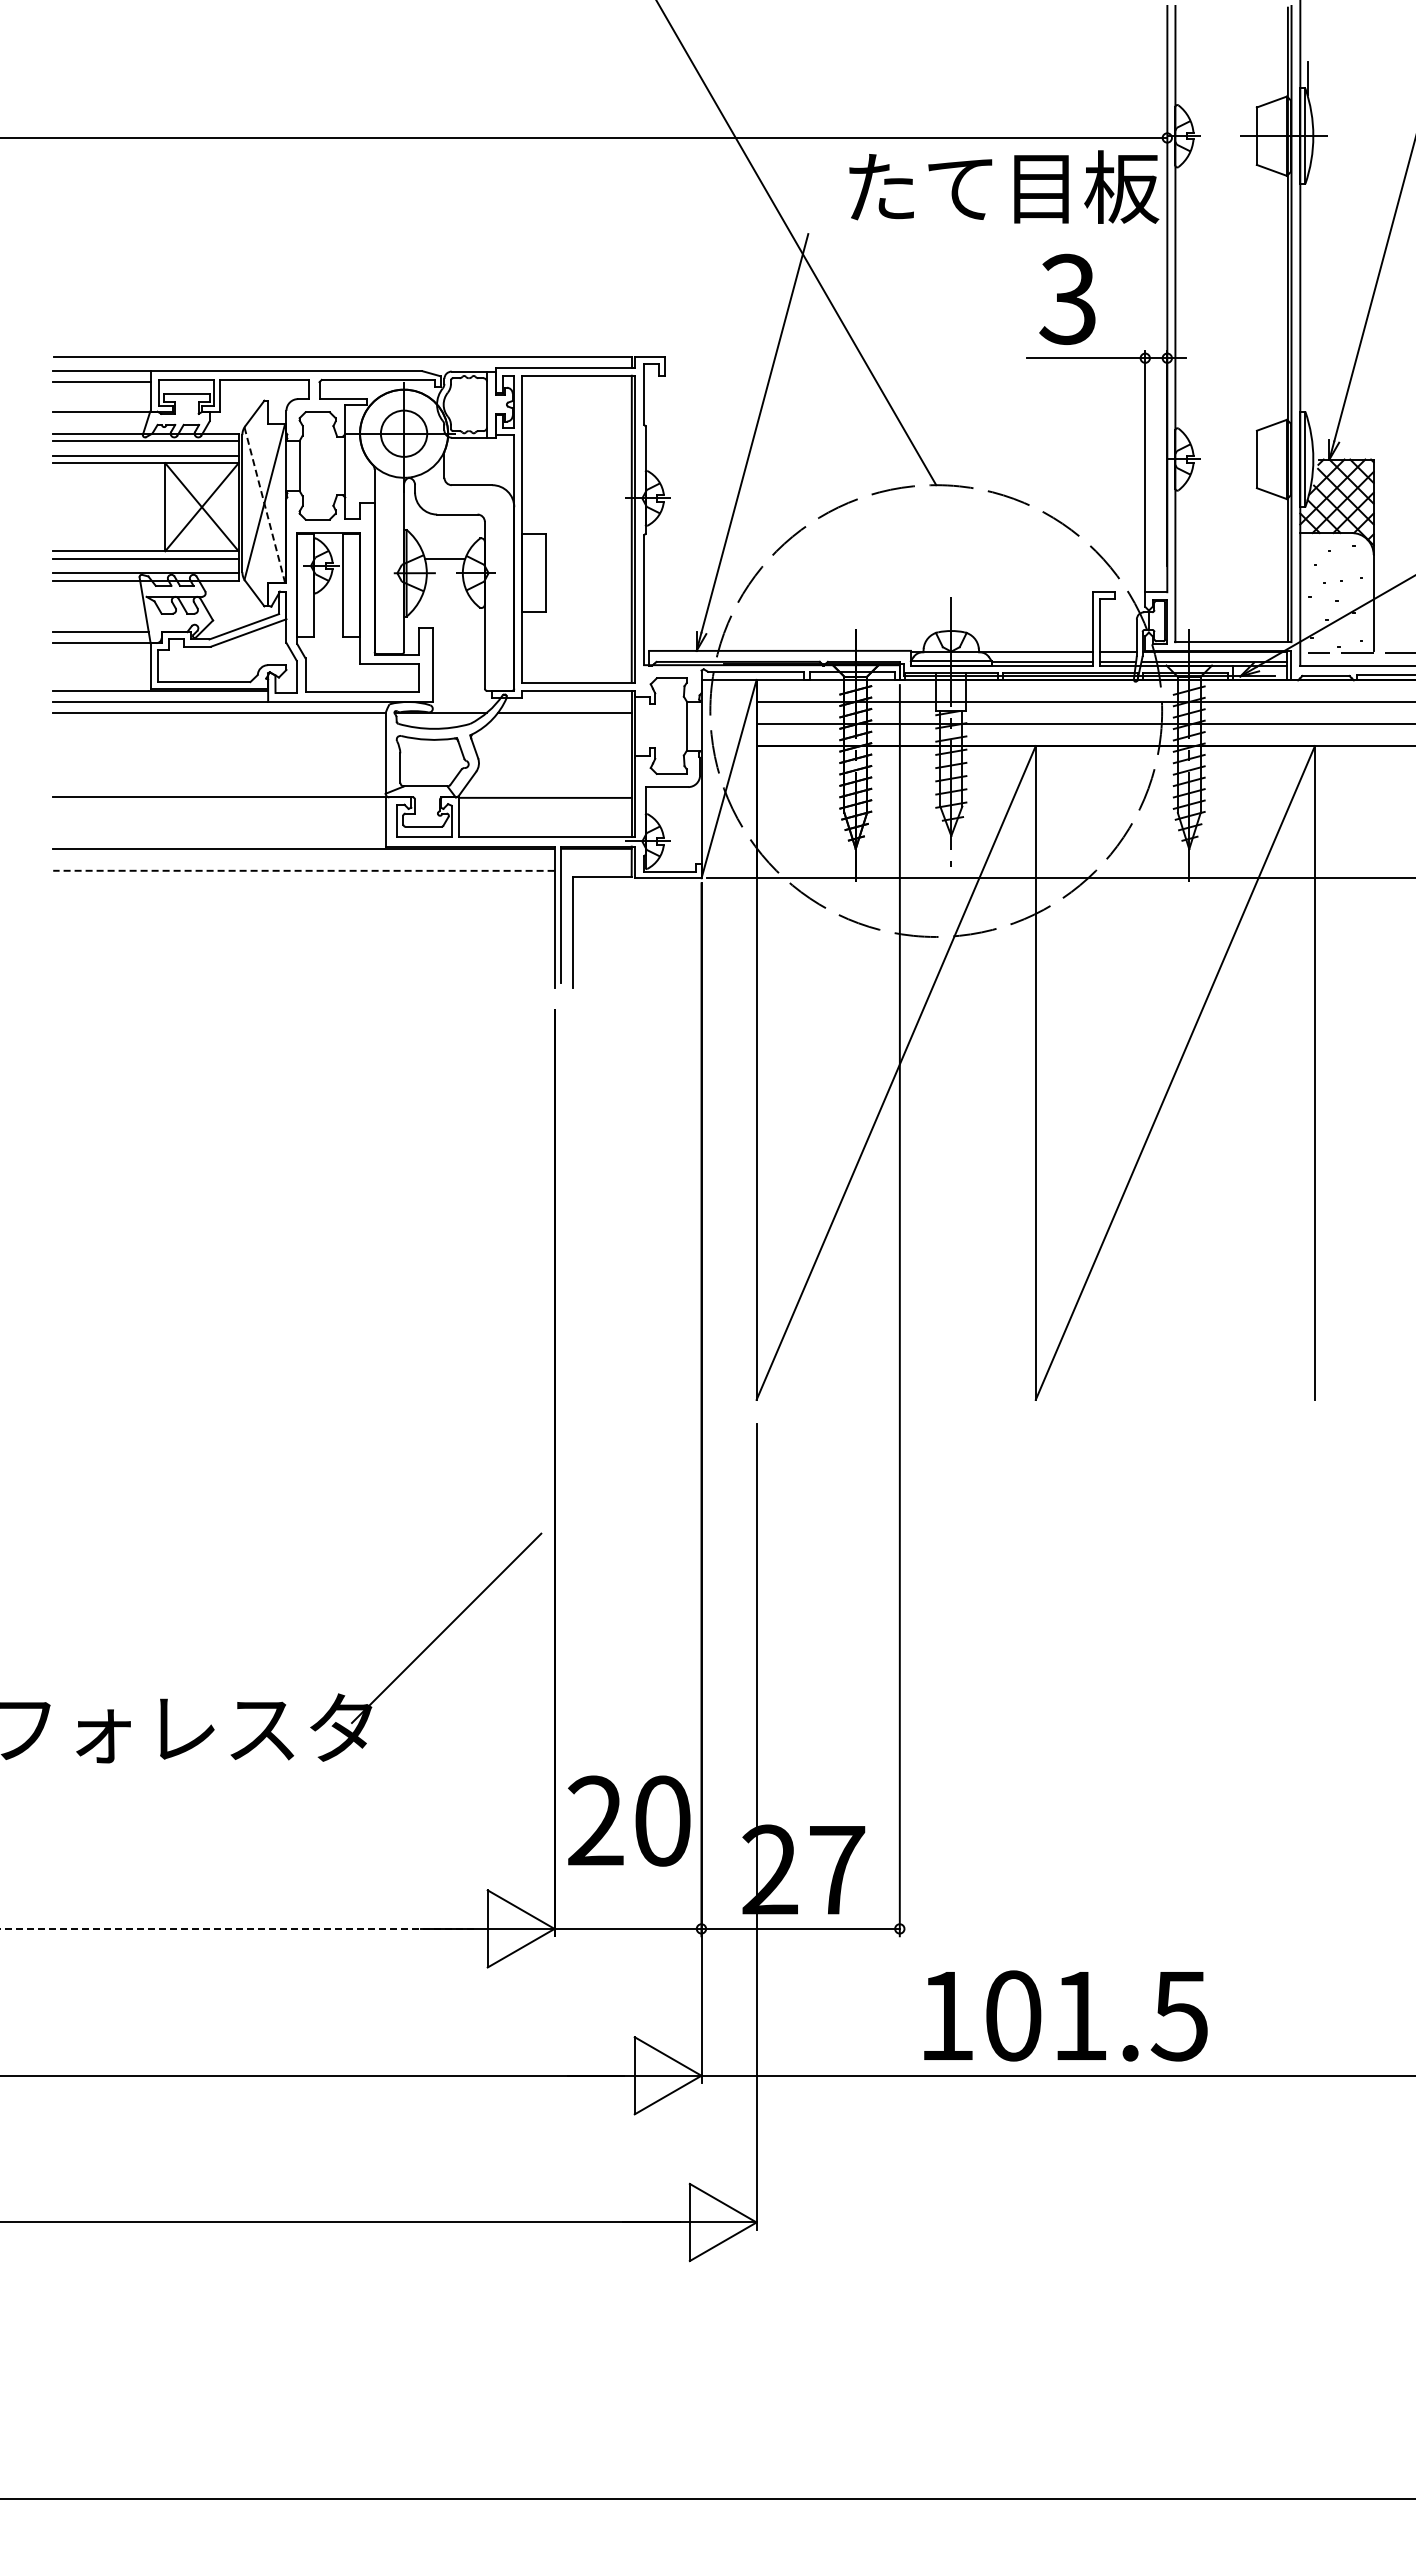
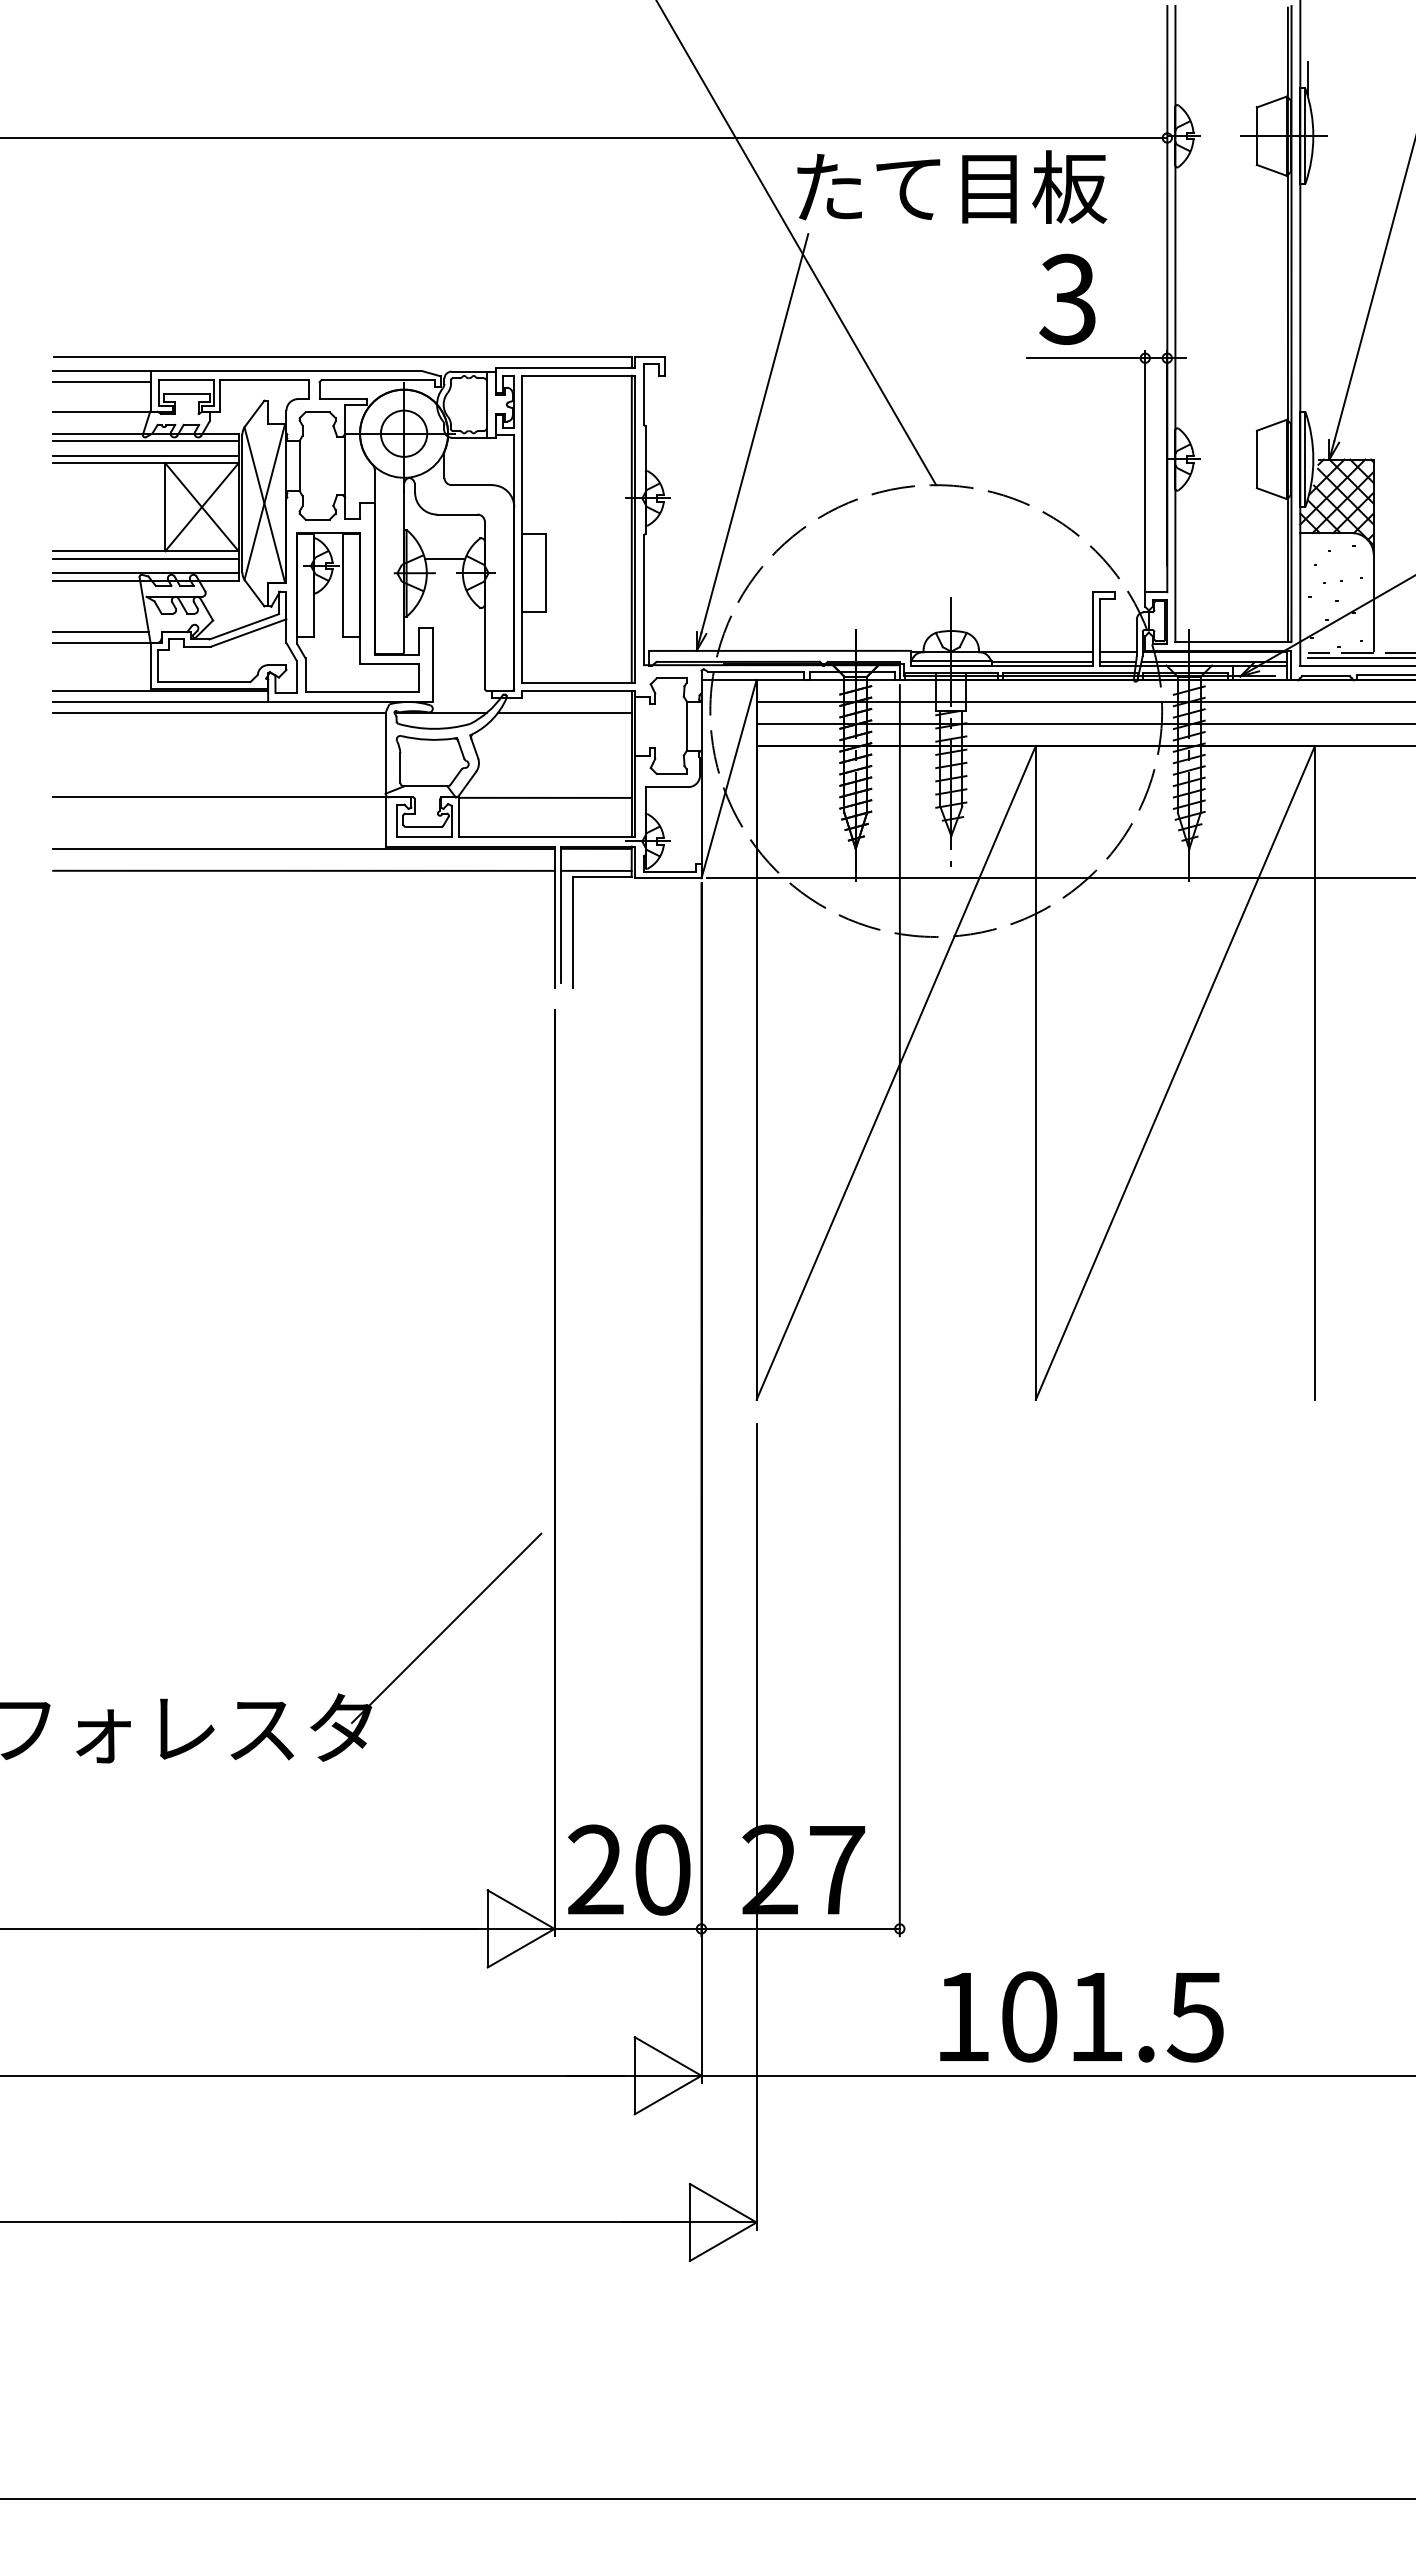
text at (1004, 186) position: (1004, 186) -> (952, 186)
line at (264, 505): dashed -> solid
line at (1359, 658): none -> present
line at (303, 870): dashed -> solid
line at (596, 870): none -> present
text at (629, 1820) position: (629, 1820) -> (629, 1869)
line at (239, 1928): dashed -> solid
text at (1065, 2015) position: (1065, 2015) -> (1081, 2016)
